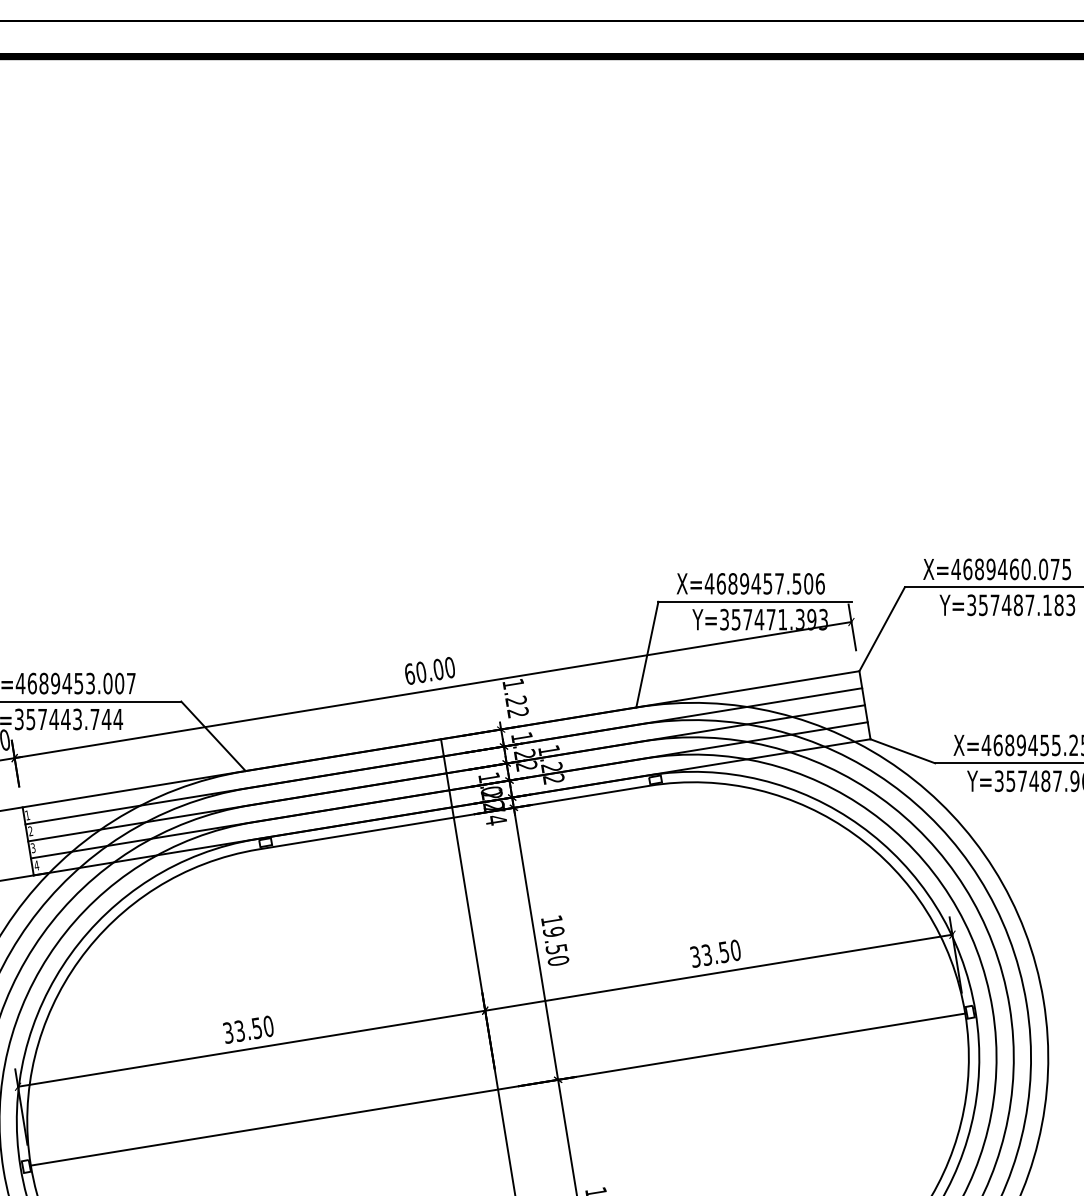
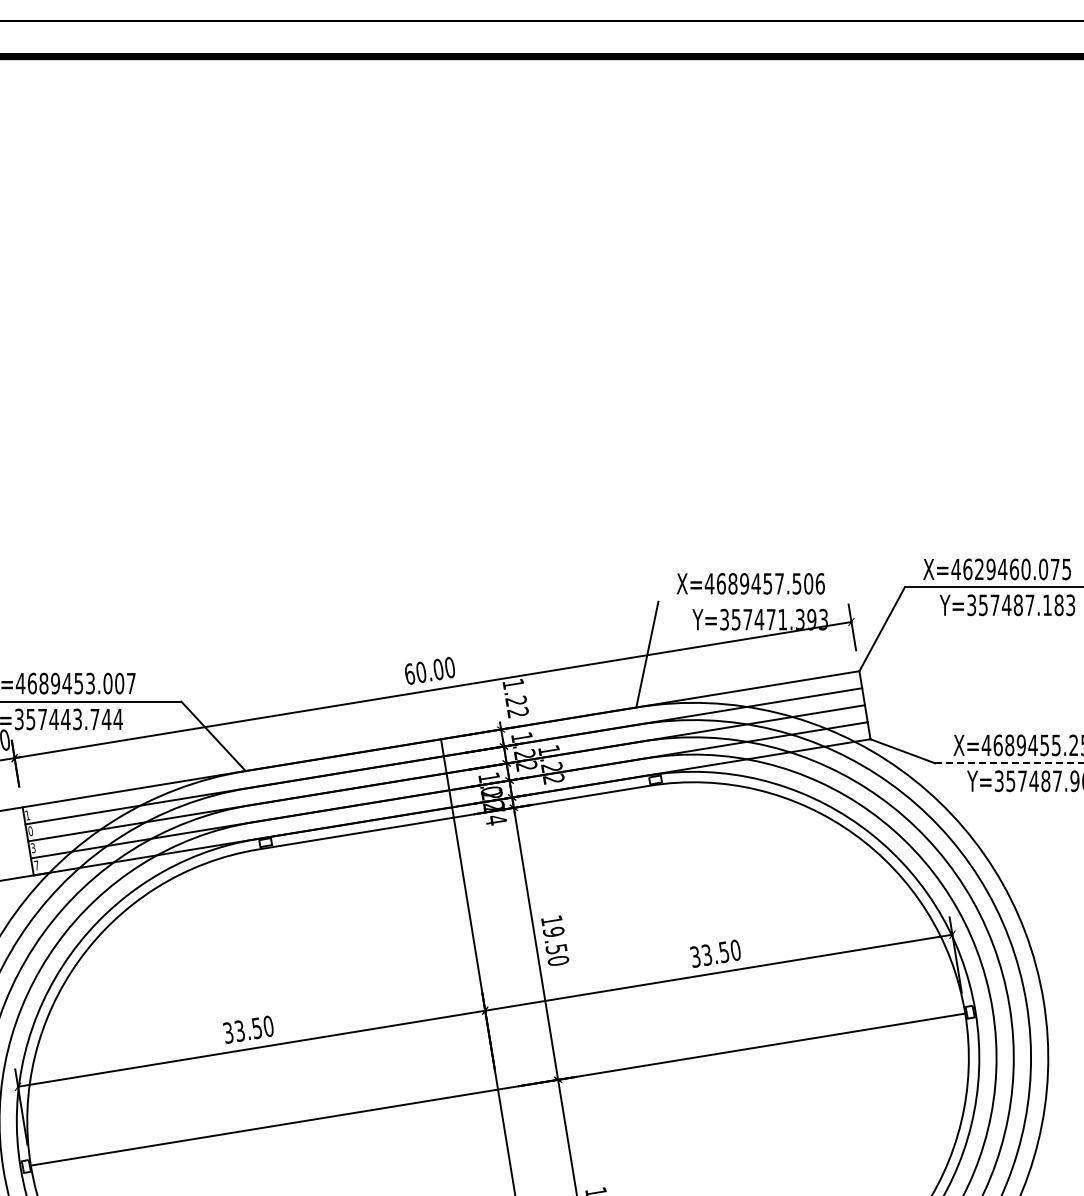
text at (979, 569): X=4689460.075 -> X=4629460.075
line at (754, 601): present -> none
line at (1009, 763): solid -> dashed
text at (30, 831): 2 -> 0
text at (36, 865): 4 -> 7
